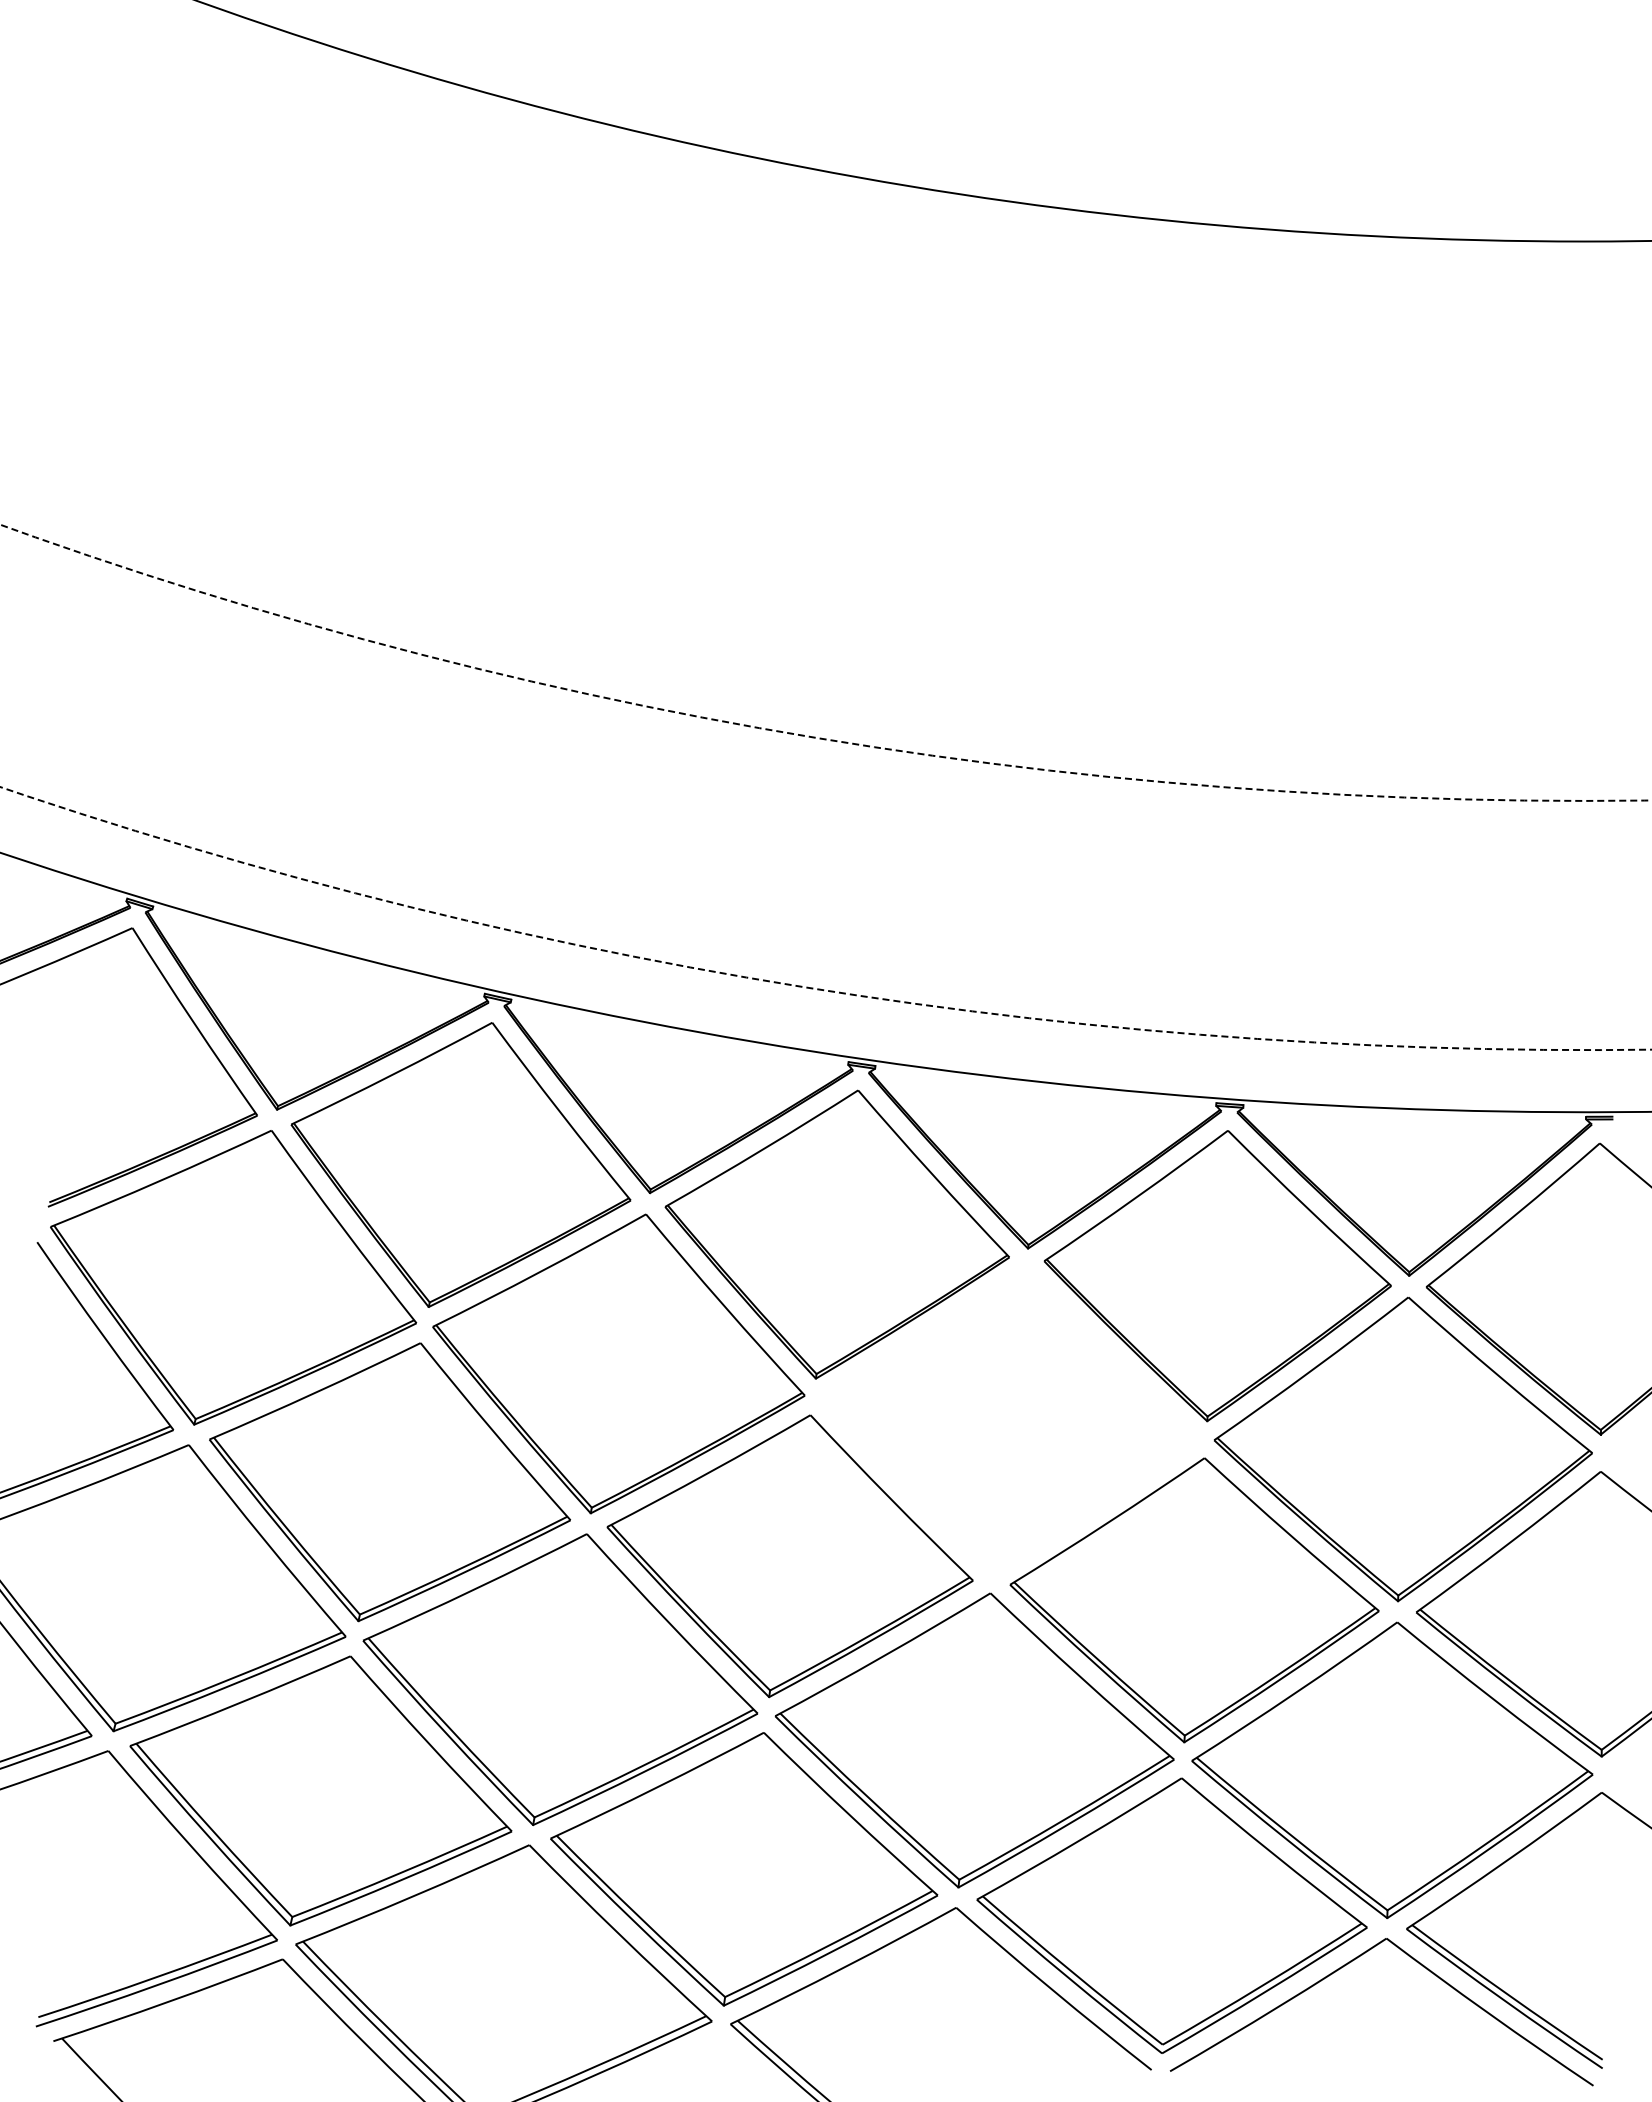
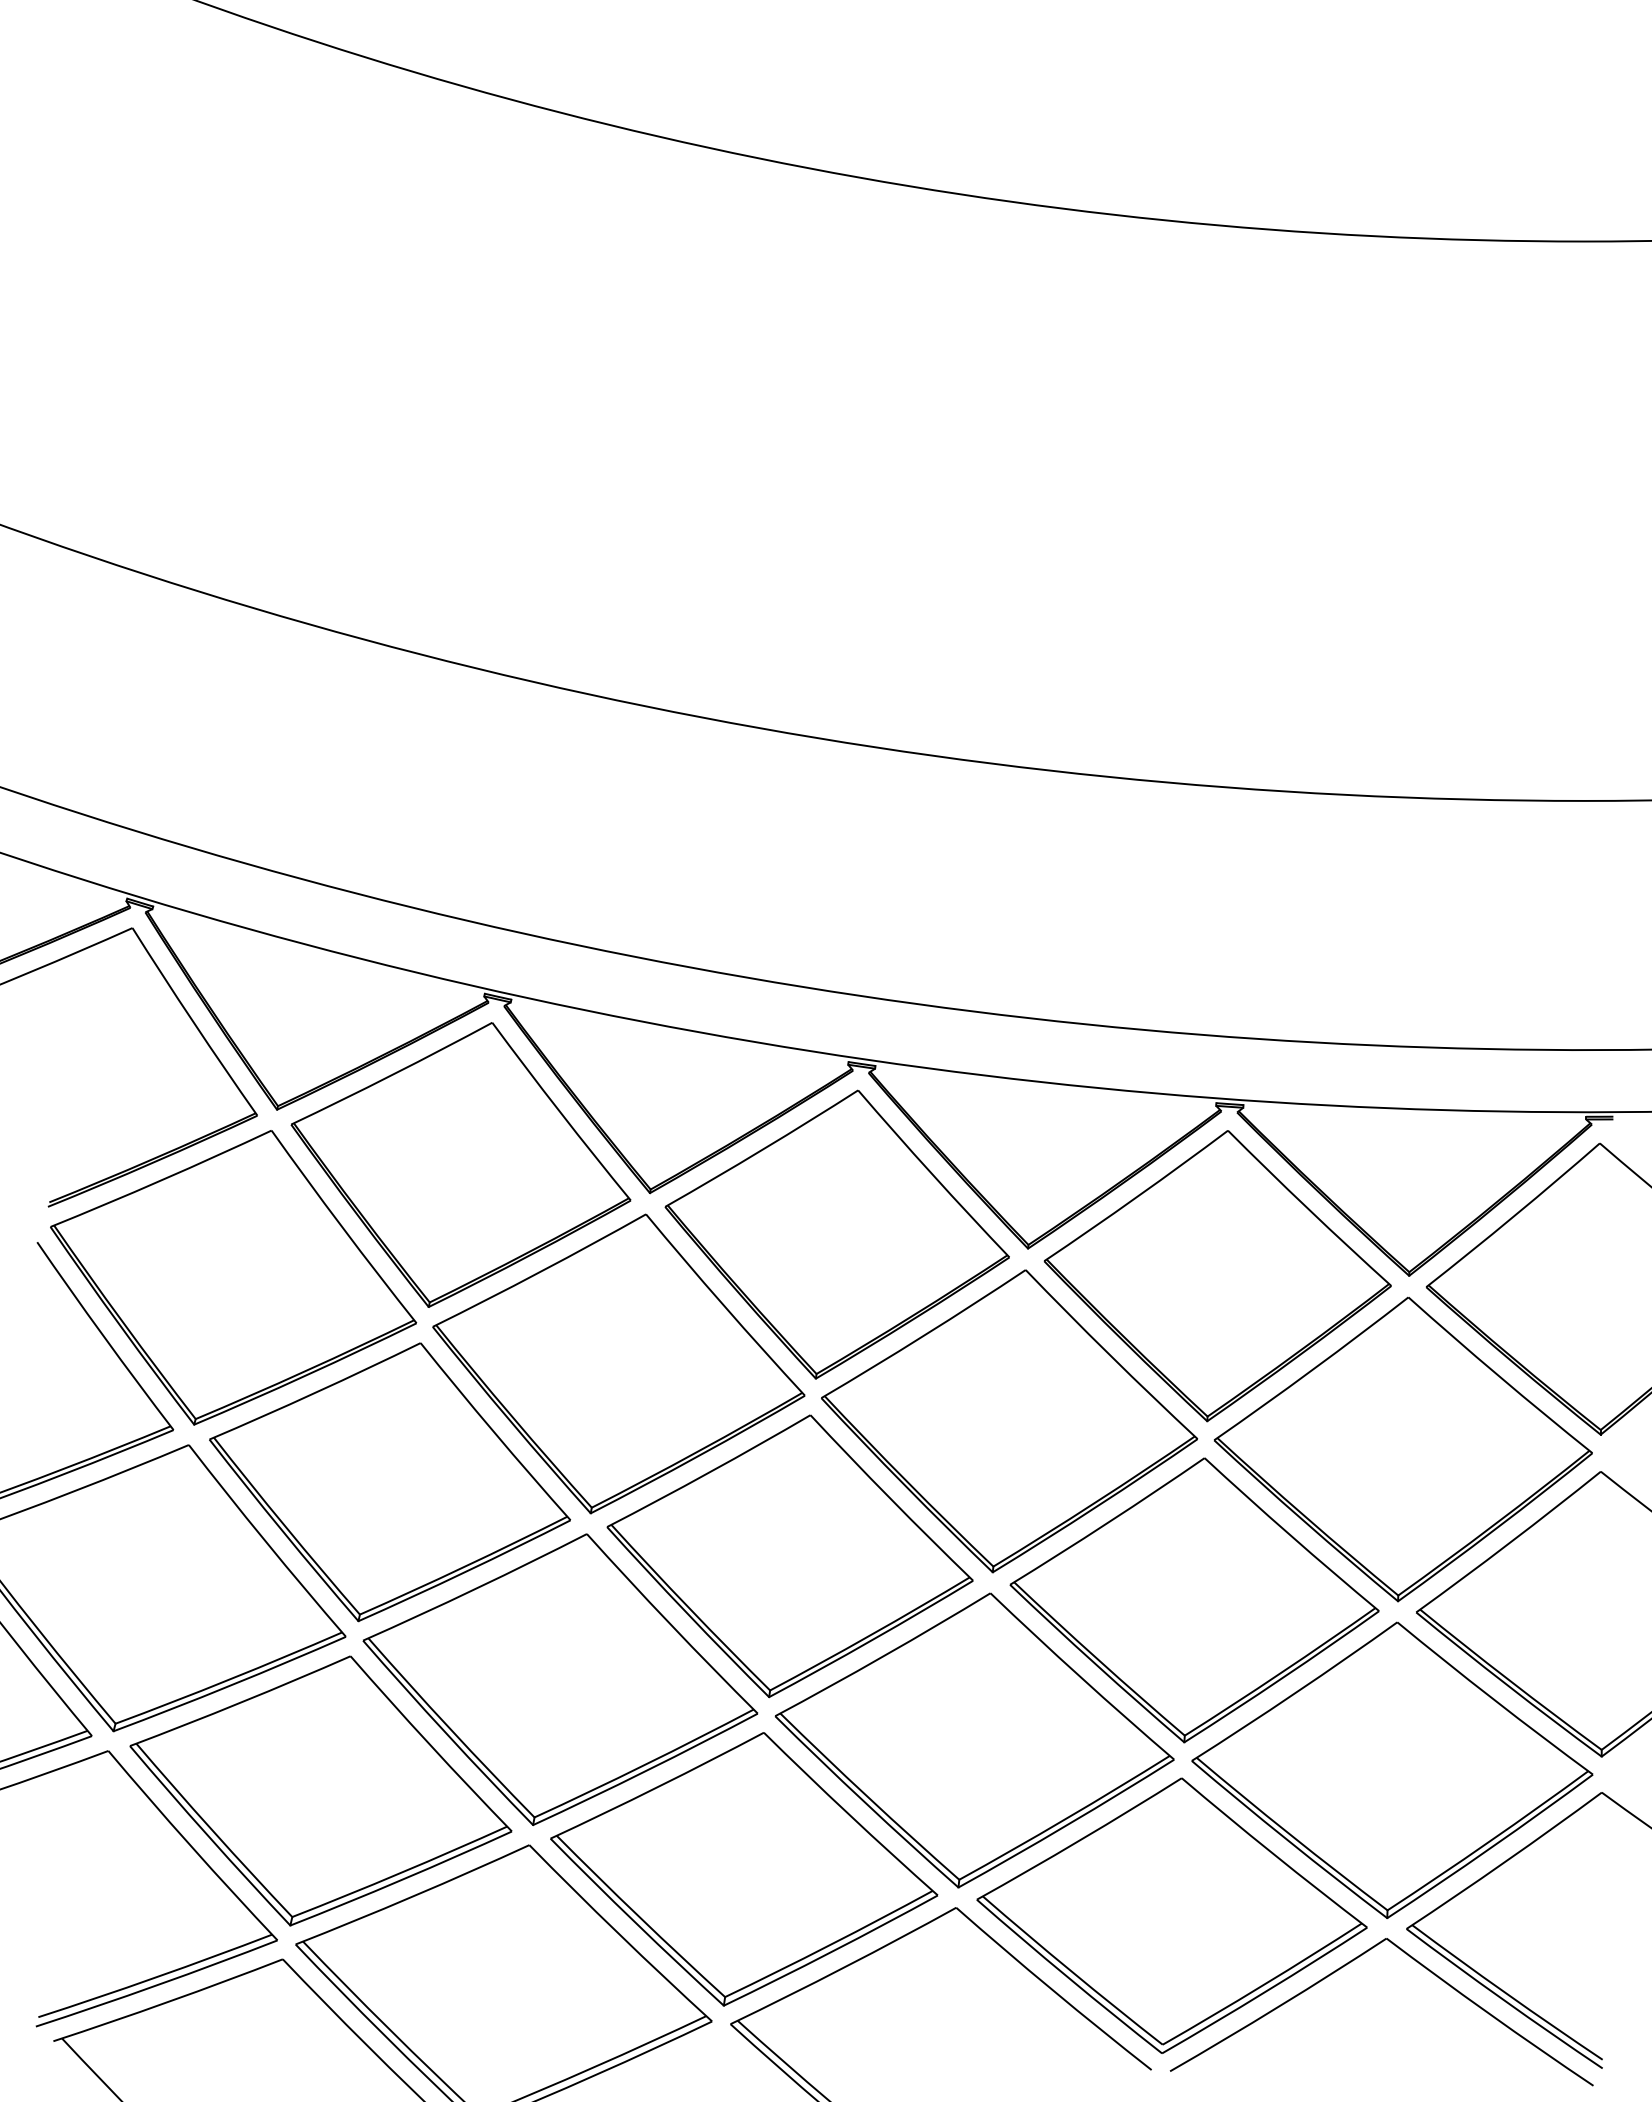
circle at (825, 662): dashed -> solid
arc at (813, 988): dashed -> solid
part at (1009, 1421): none -> present
